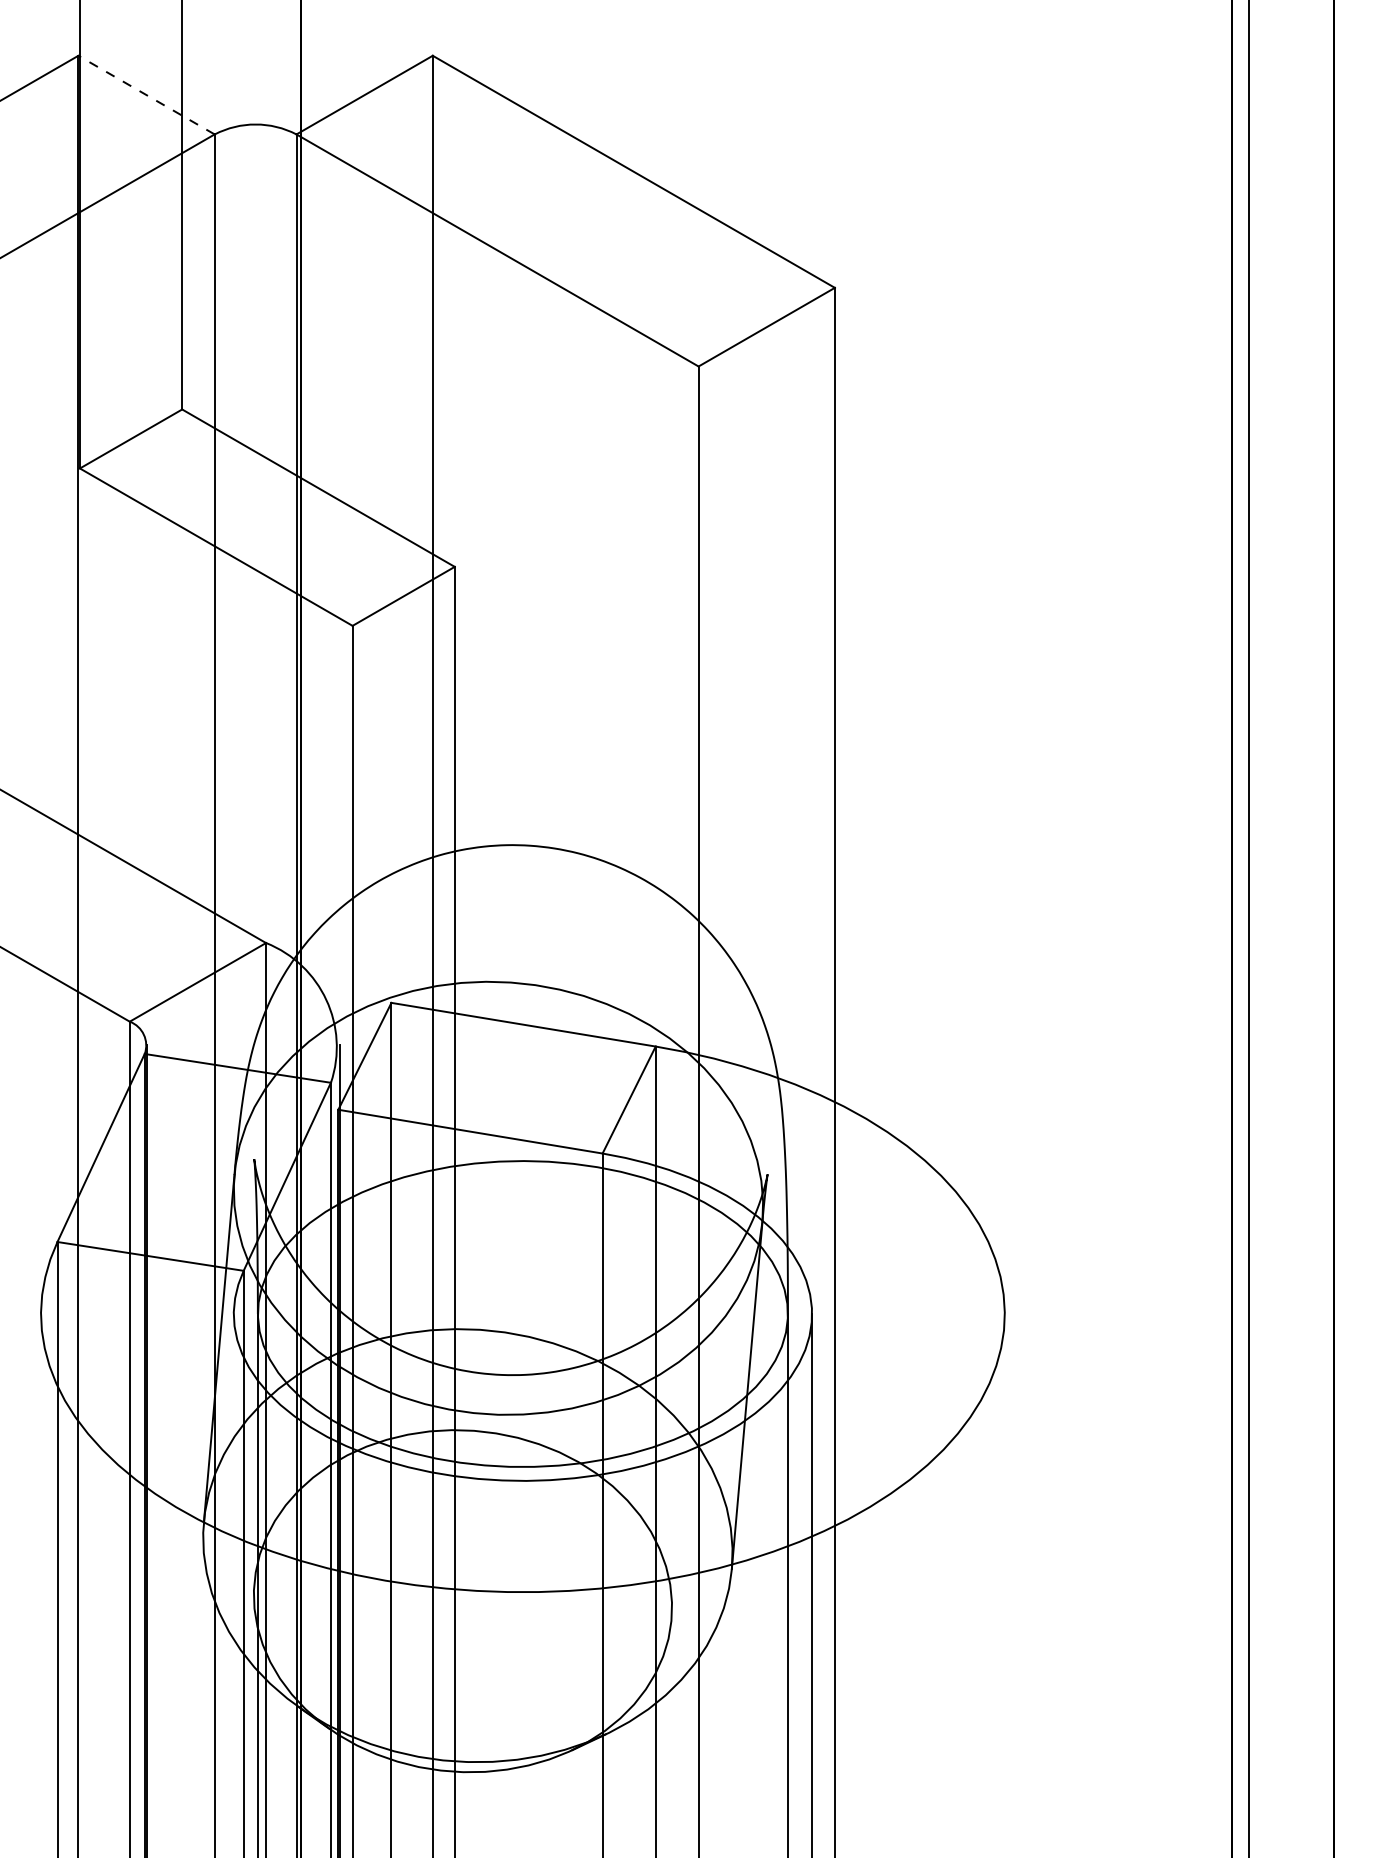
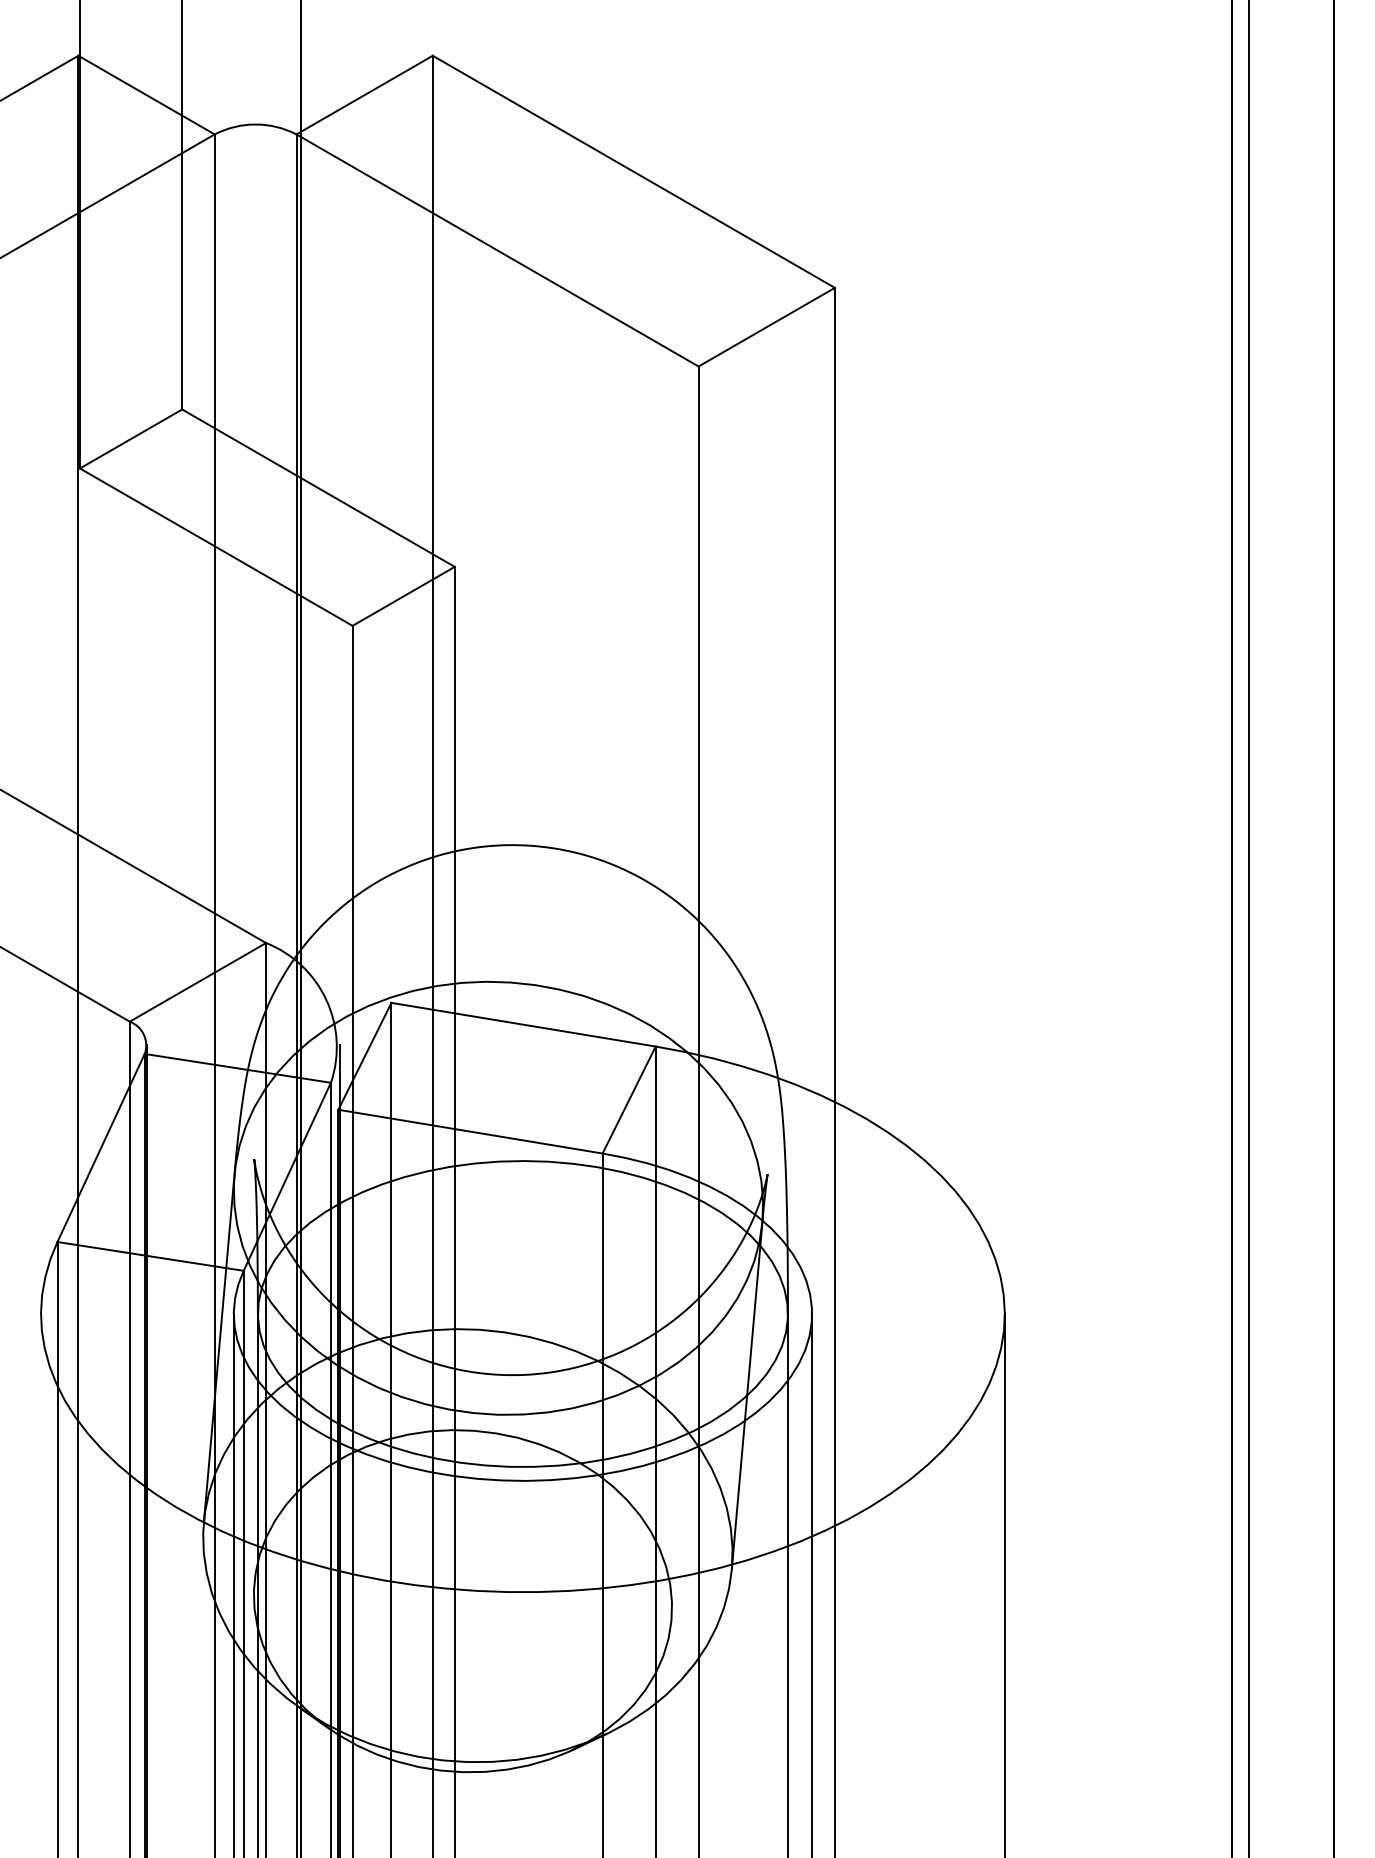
line at (146, 95): dashed -> solid
line at (233, 1584): none -> present
line at (1004, 1584): none -> present
